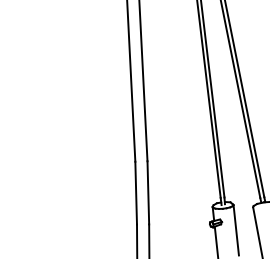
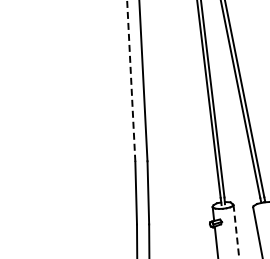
line at (131, 80): solid -> dashed
line at (236, 229): solid -> dashed
